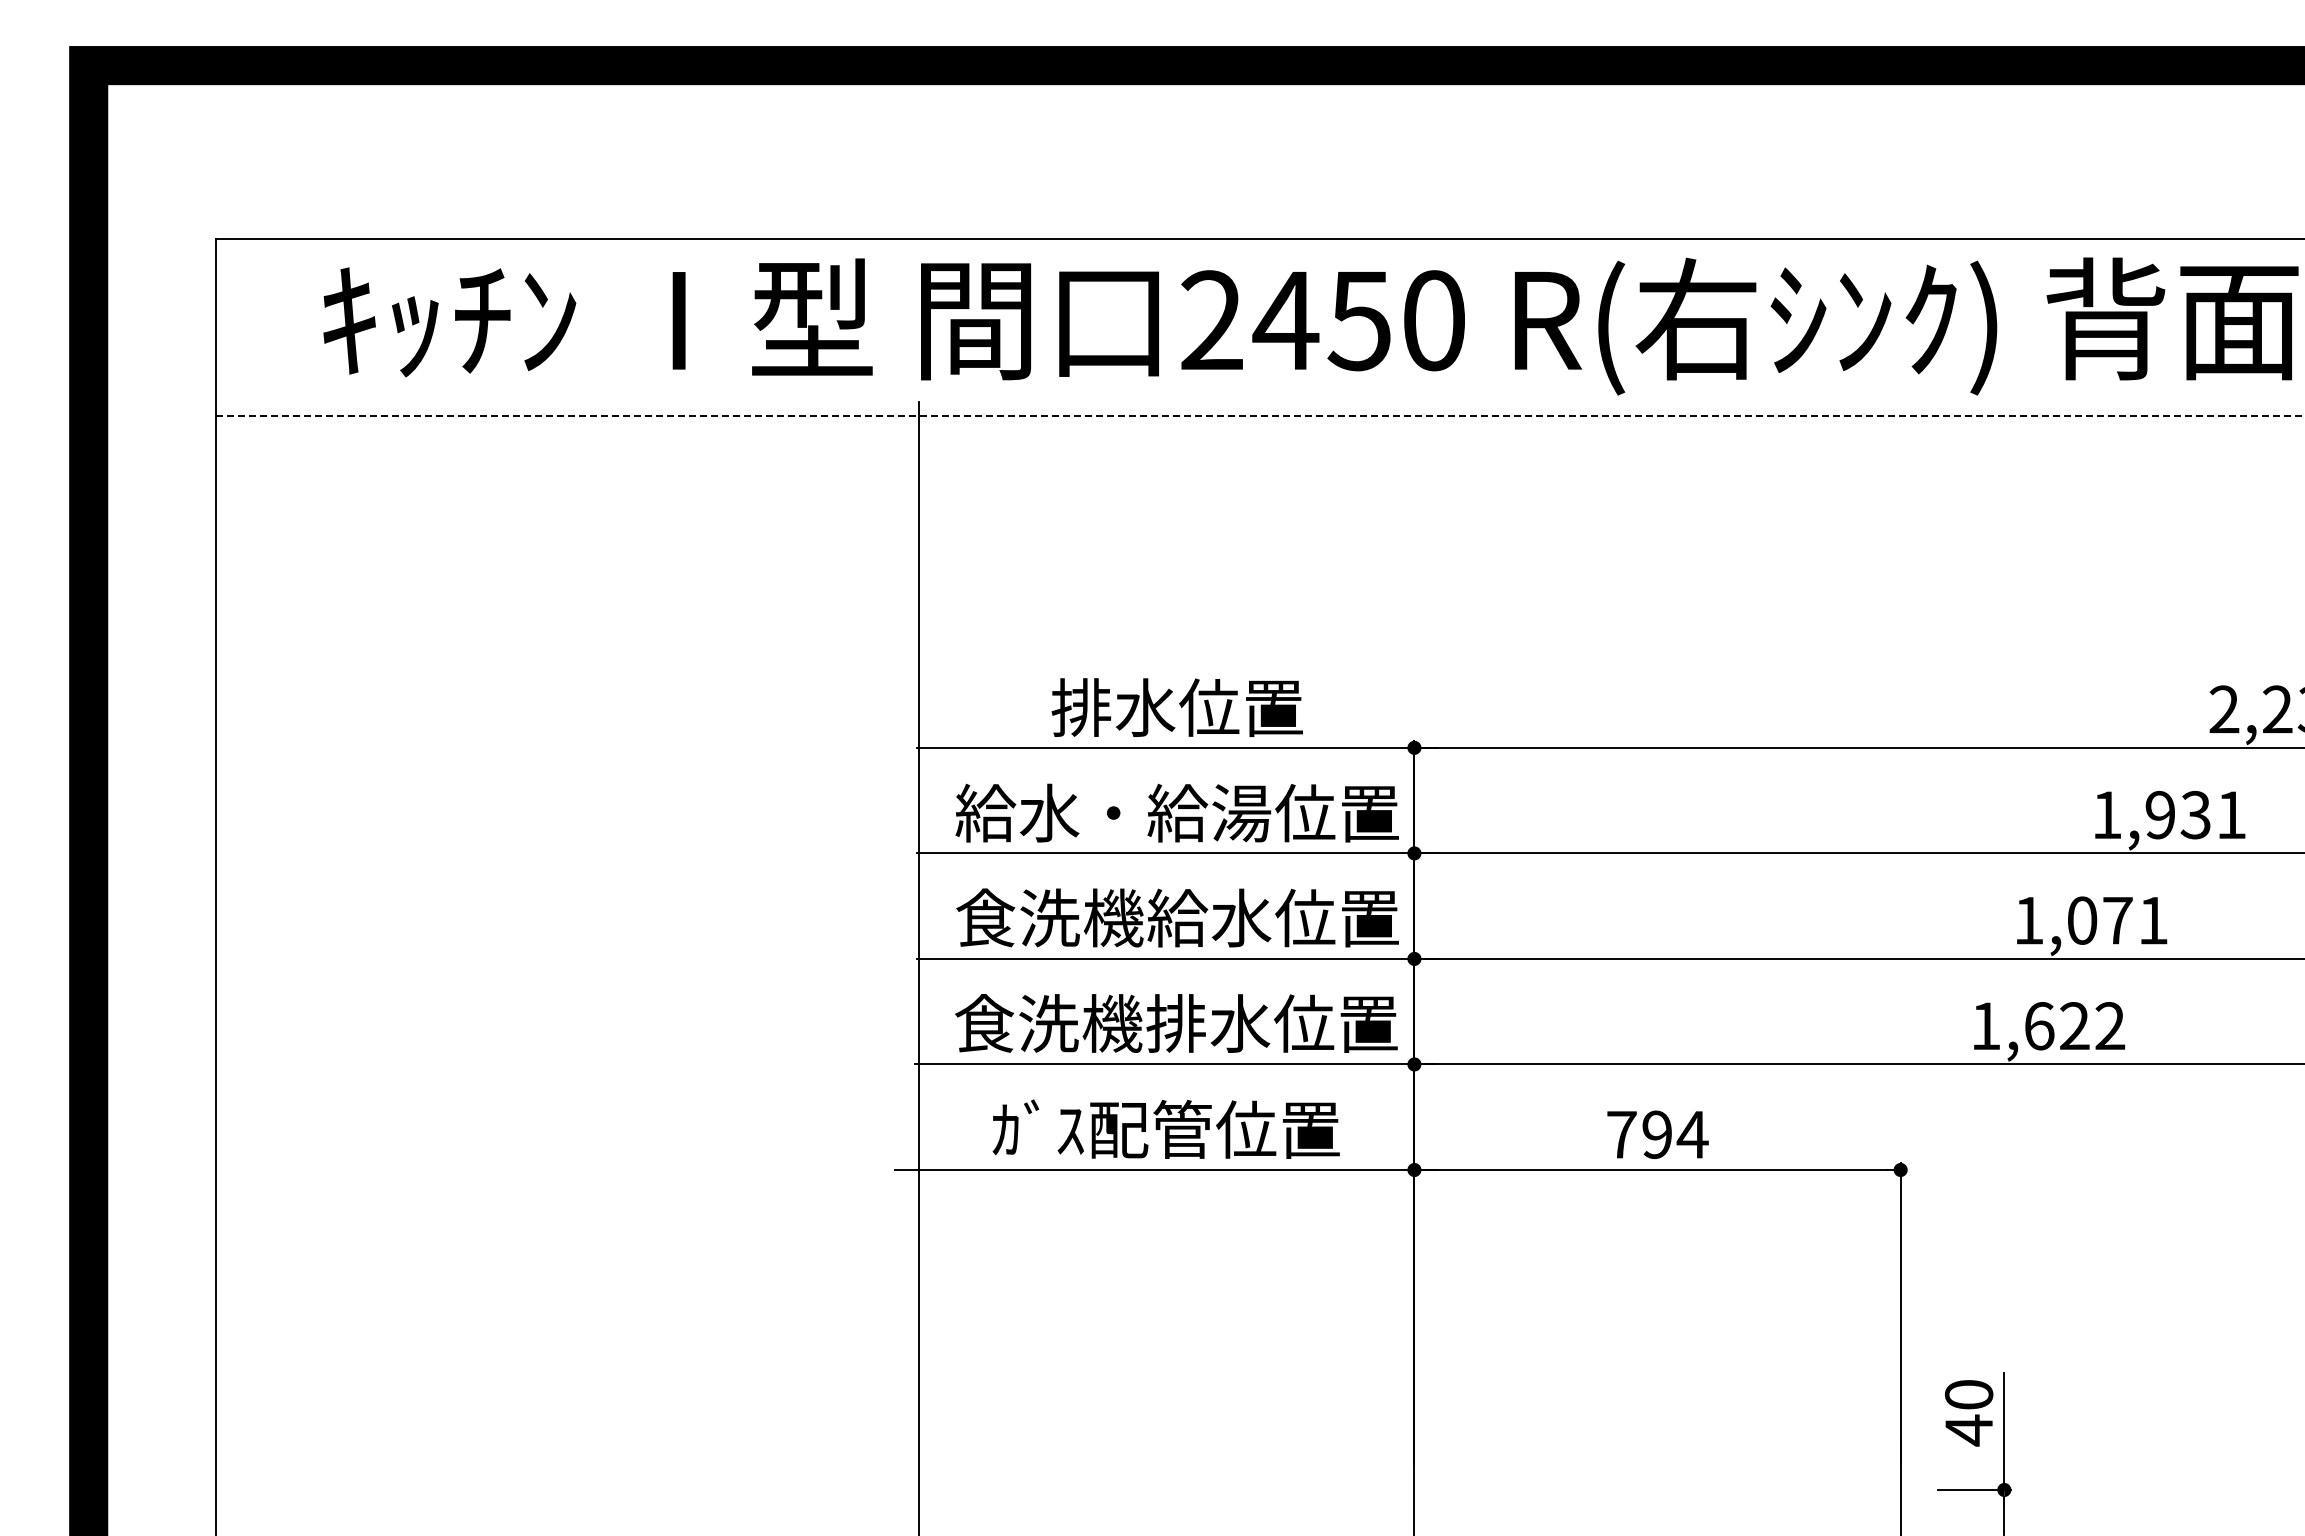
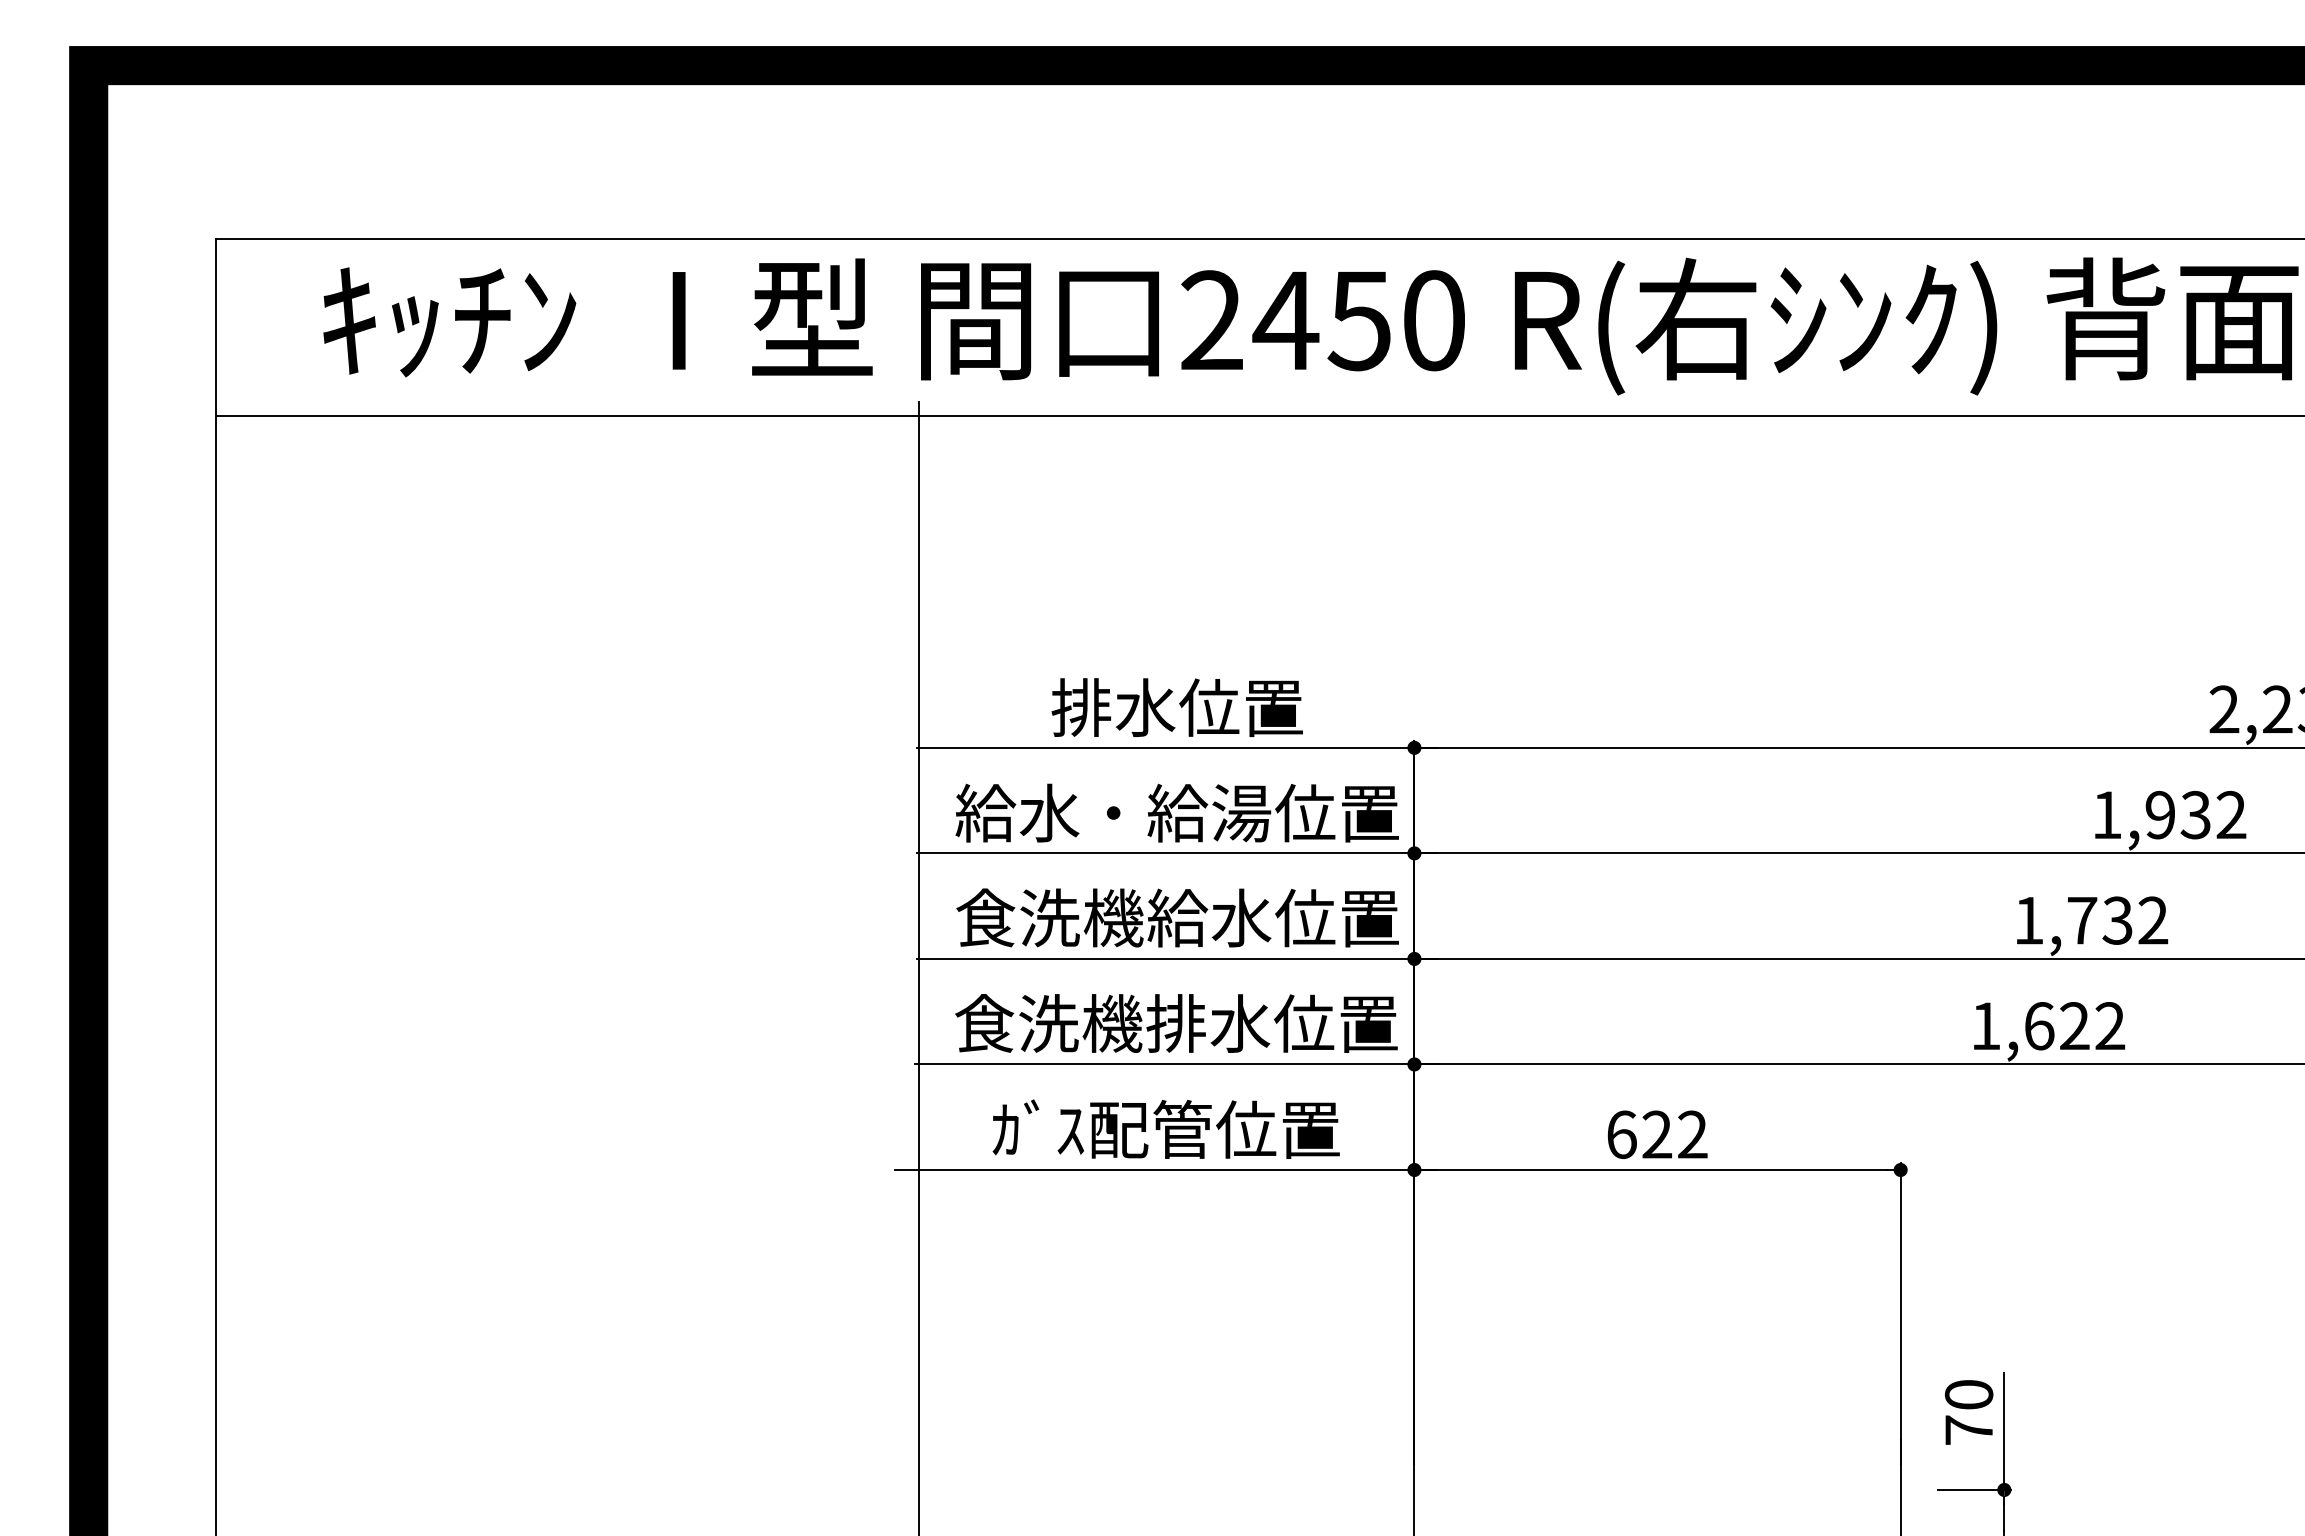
line at (1260, 416): dashed -> solid
text at (2231, 814): 1,931 -> 1,932
text at (2118, 920): 1,071 -> 1,732
text at (1657, 1134): 794 -> 622
text at (1968, 1430): 40 -> 70
